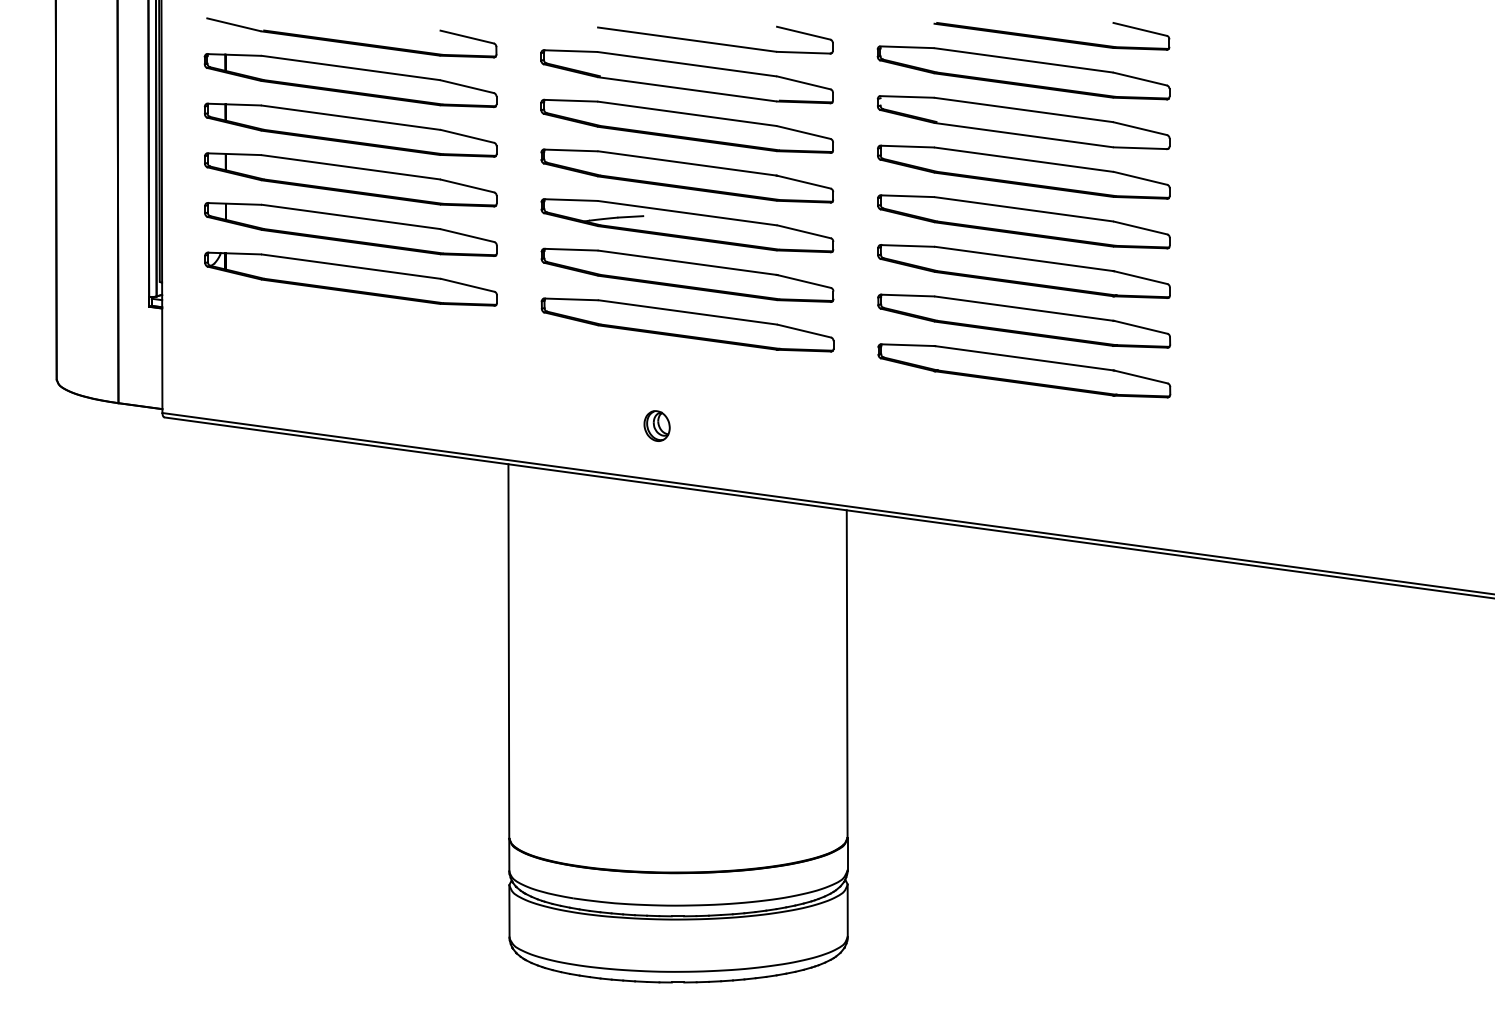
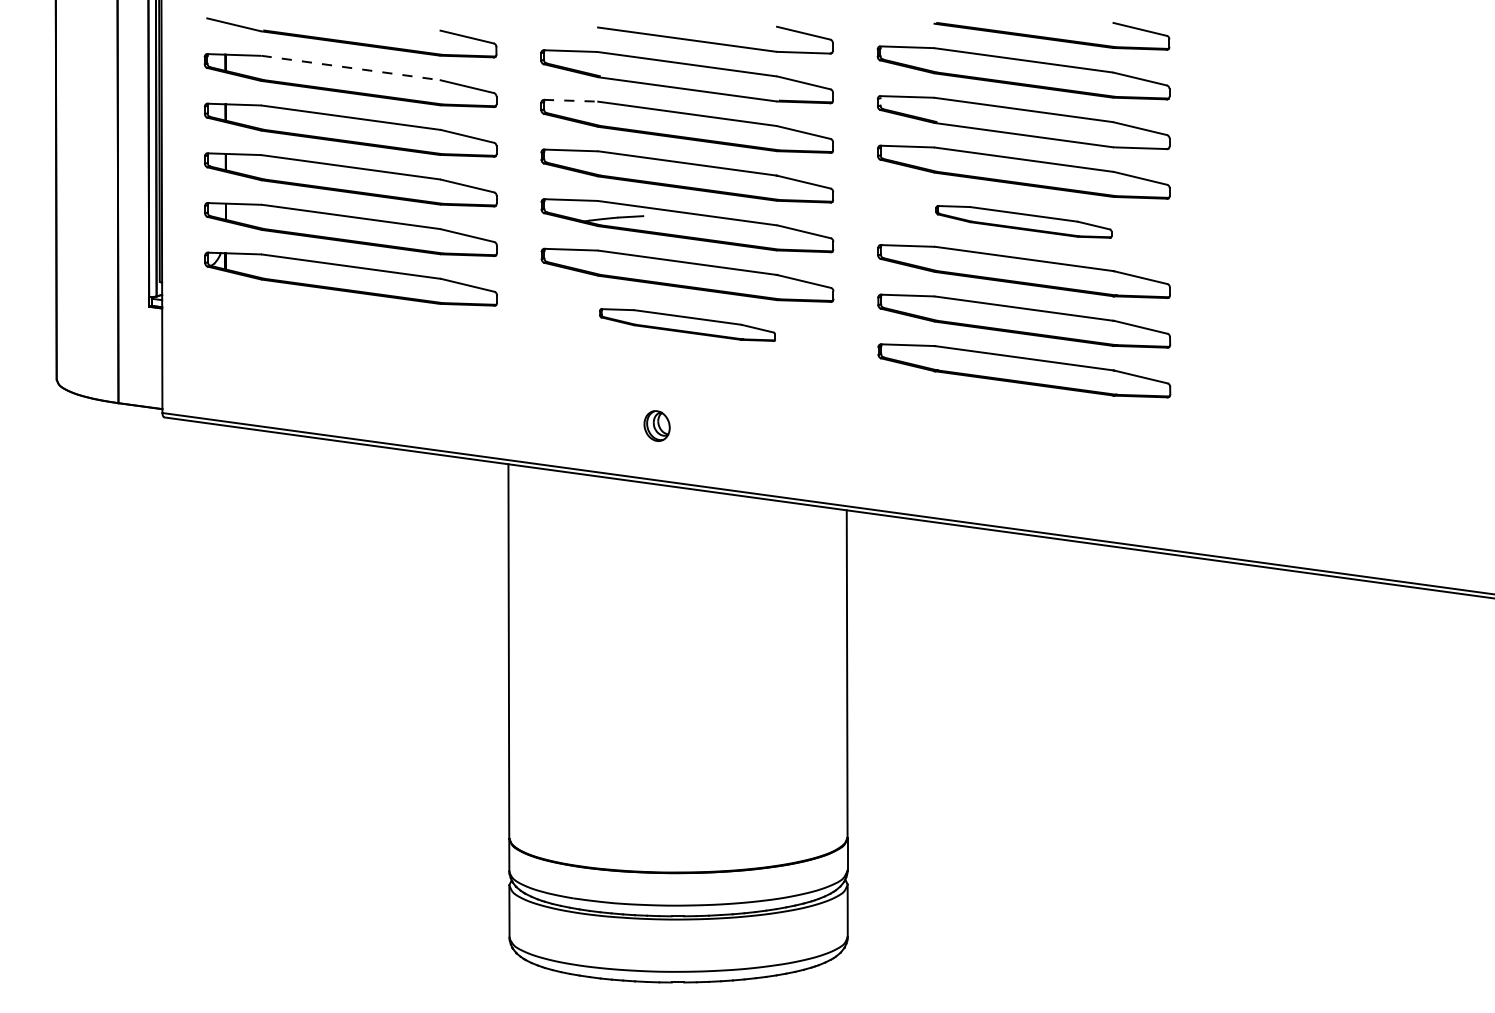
line at (350, 67): solid -> dashed
line at (570, 100): solid -> dashed
part at (1023, 221) size: 294x56 px -> 178x34 px
part at (687, 324) size: 295x56 px -> 177x34 px
